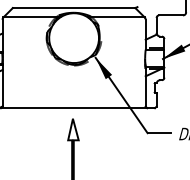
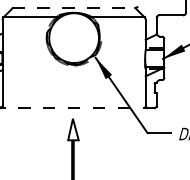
line at (74, 8): solid -> dashed
line at (78, 108): solid -> dashed
